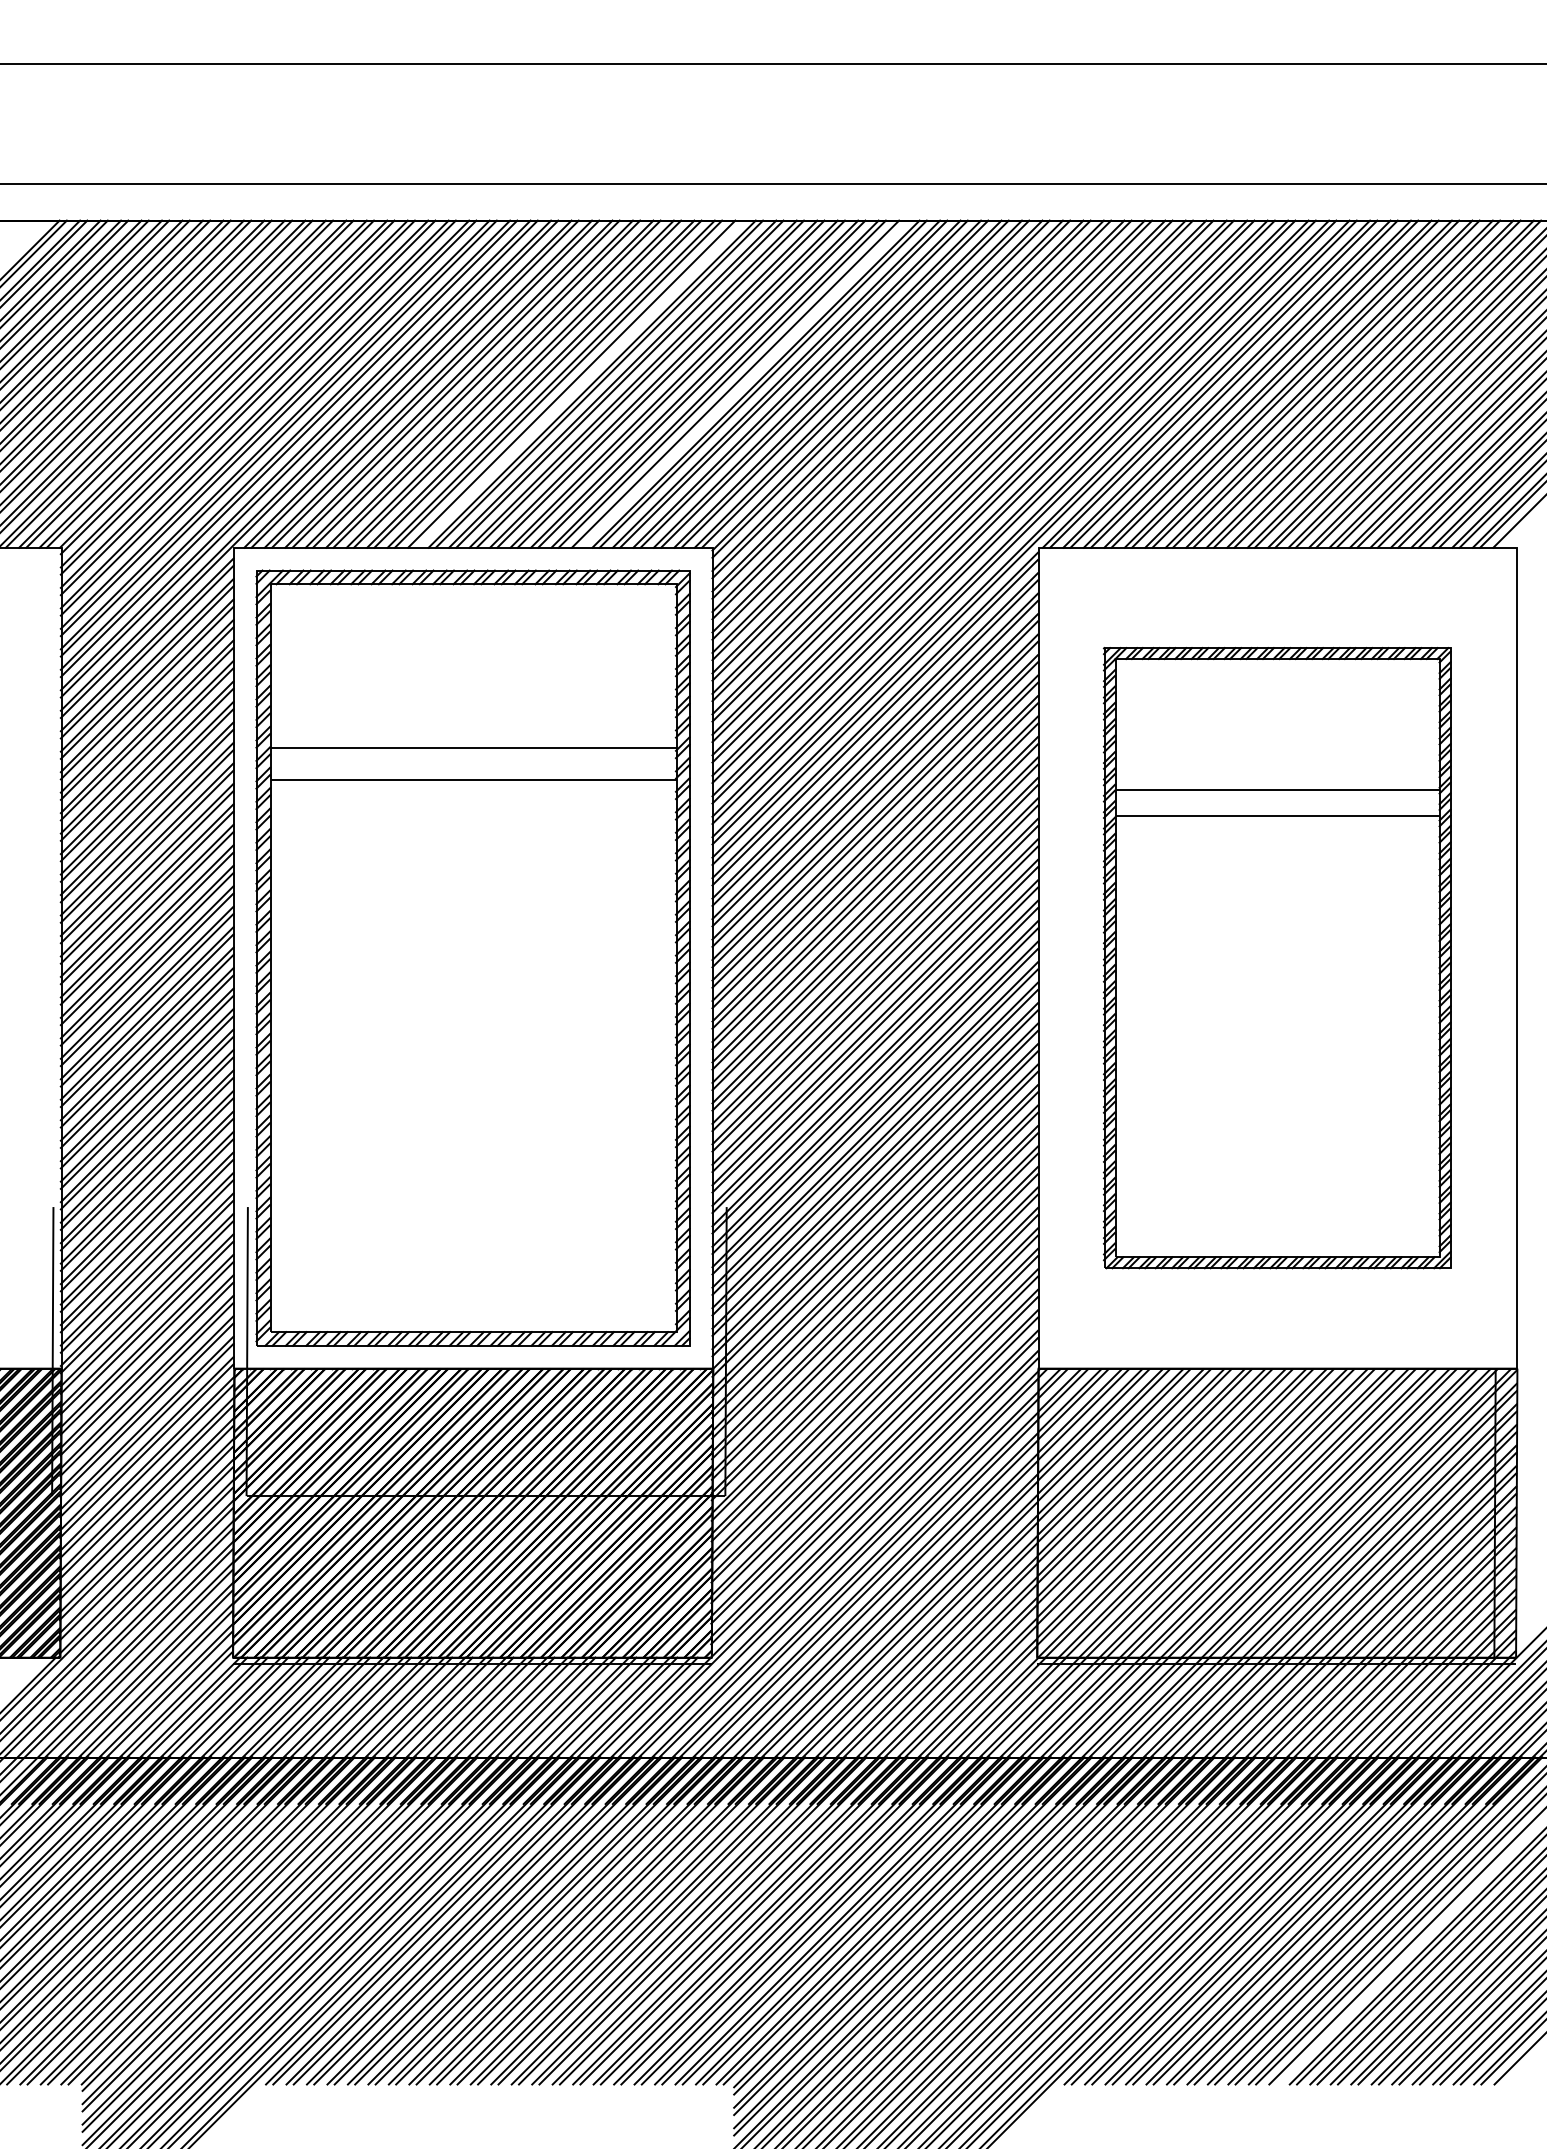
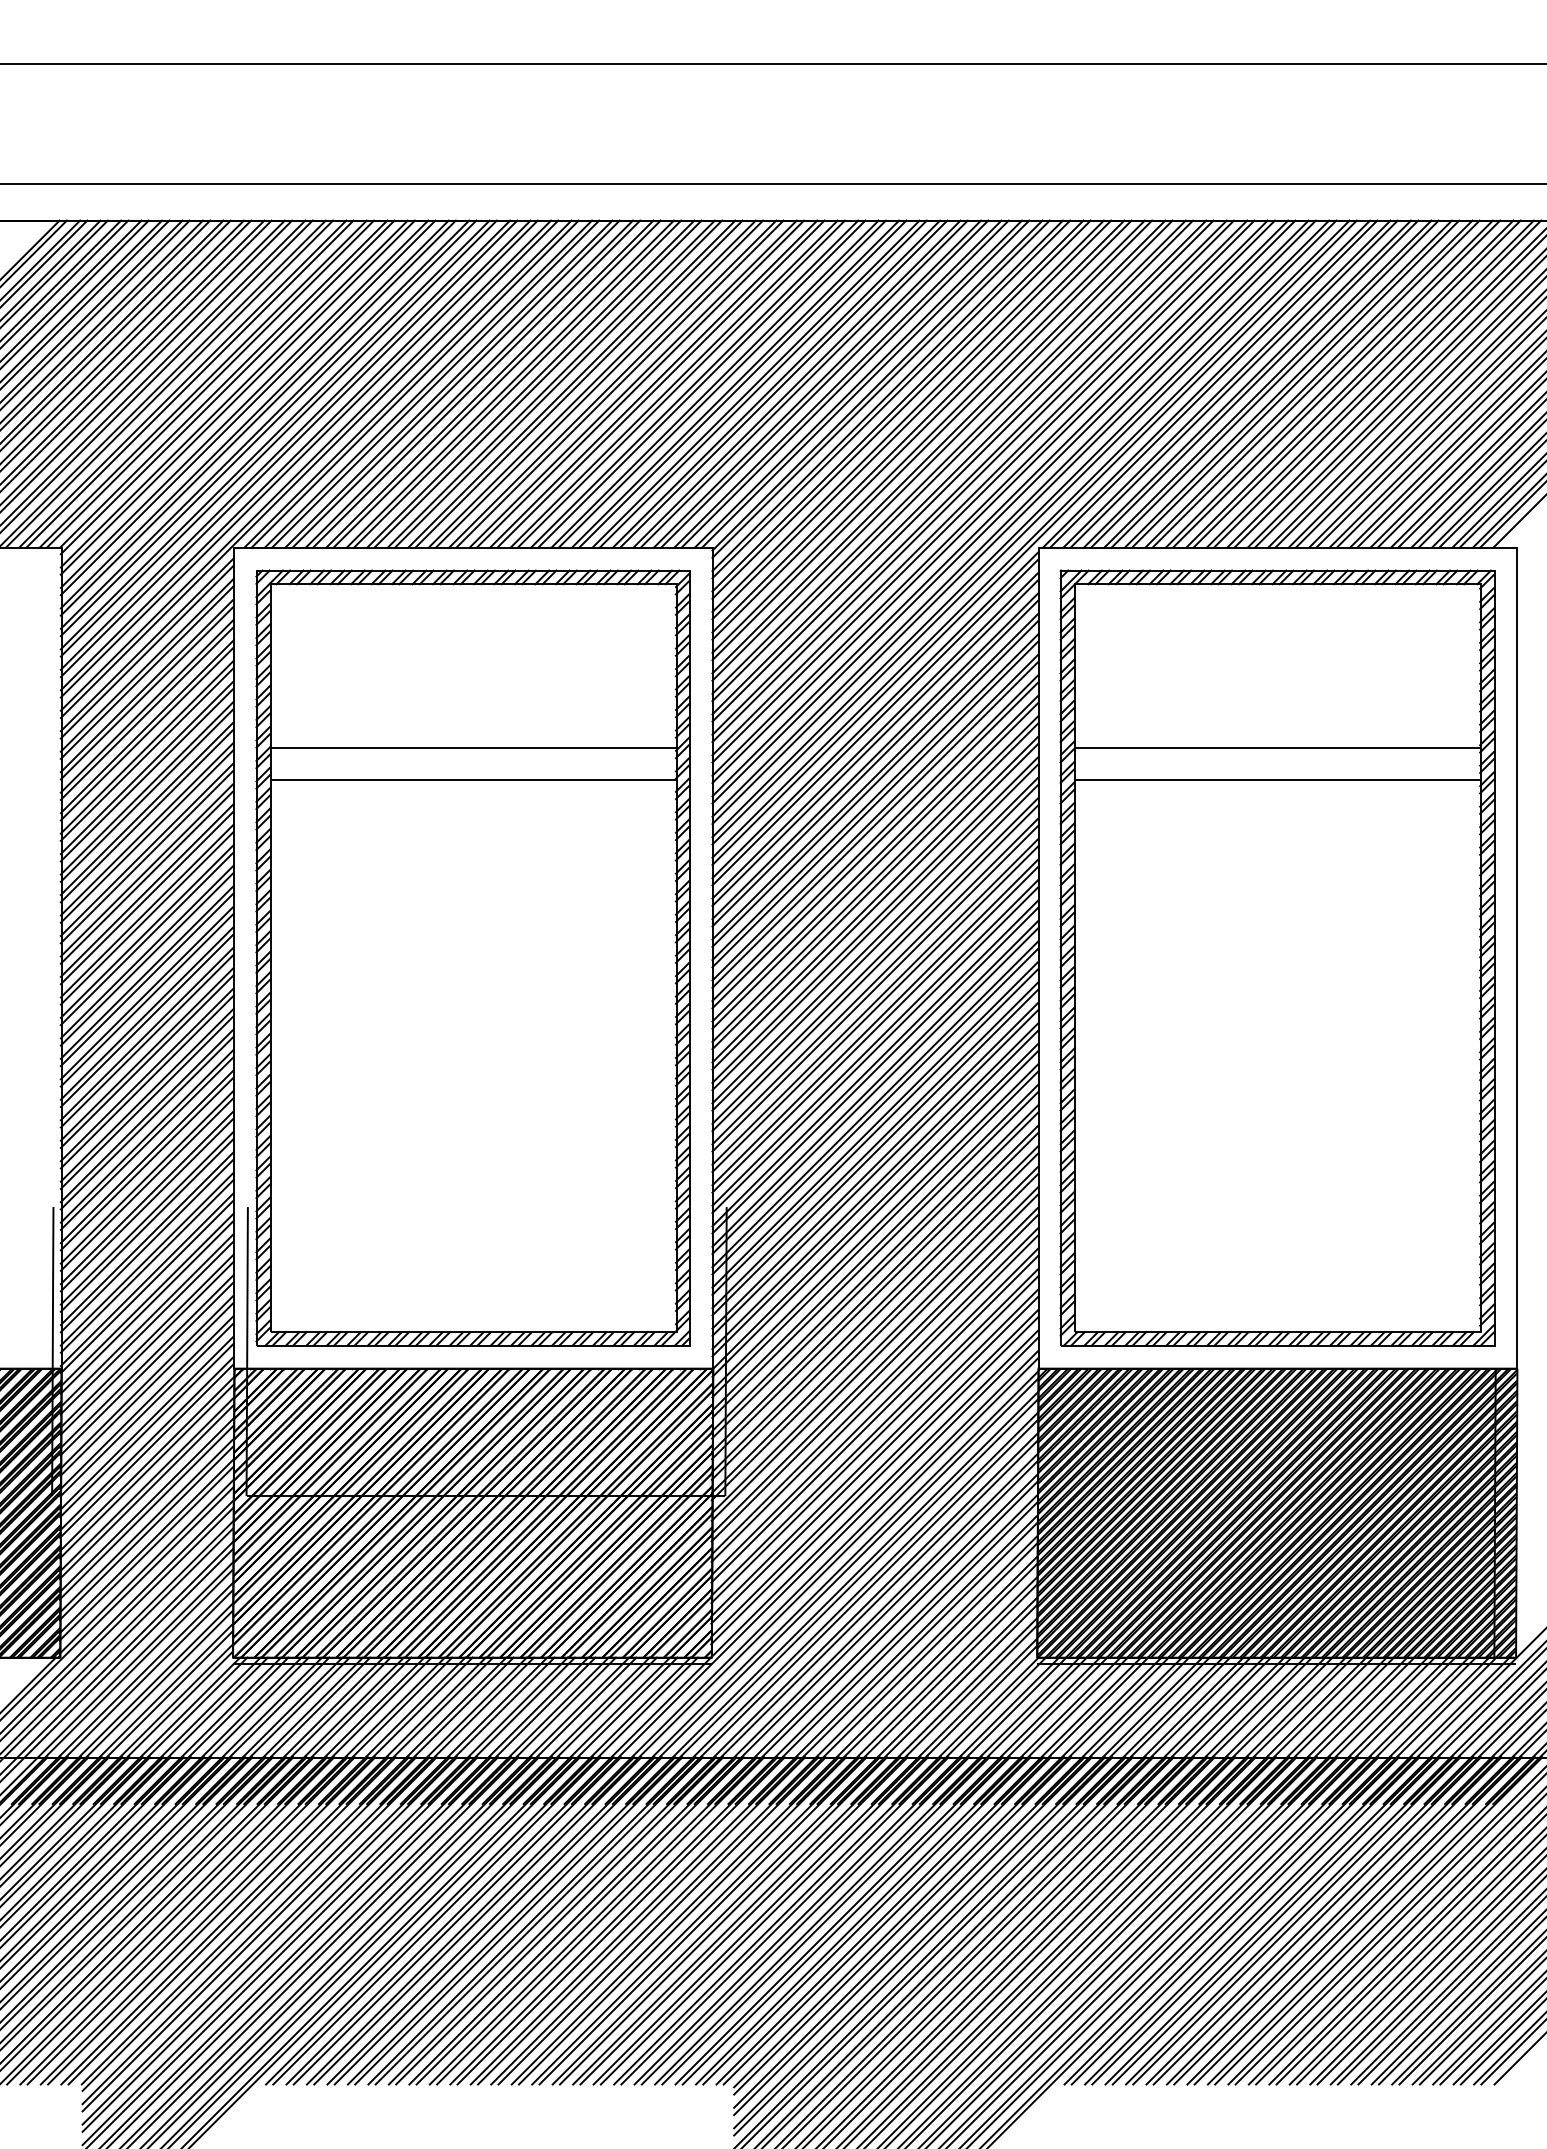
line at (578, 383): none -> present
line at (742, 383): none -> present
part at (1276, 958) size: 350x623 px -> 437x778 px
hatch at (1277, 1512): none -> present
line at (1409, 1950): none -> present
